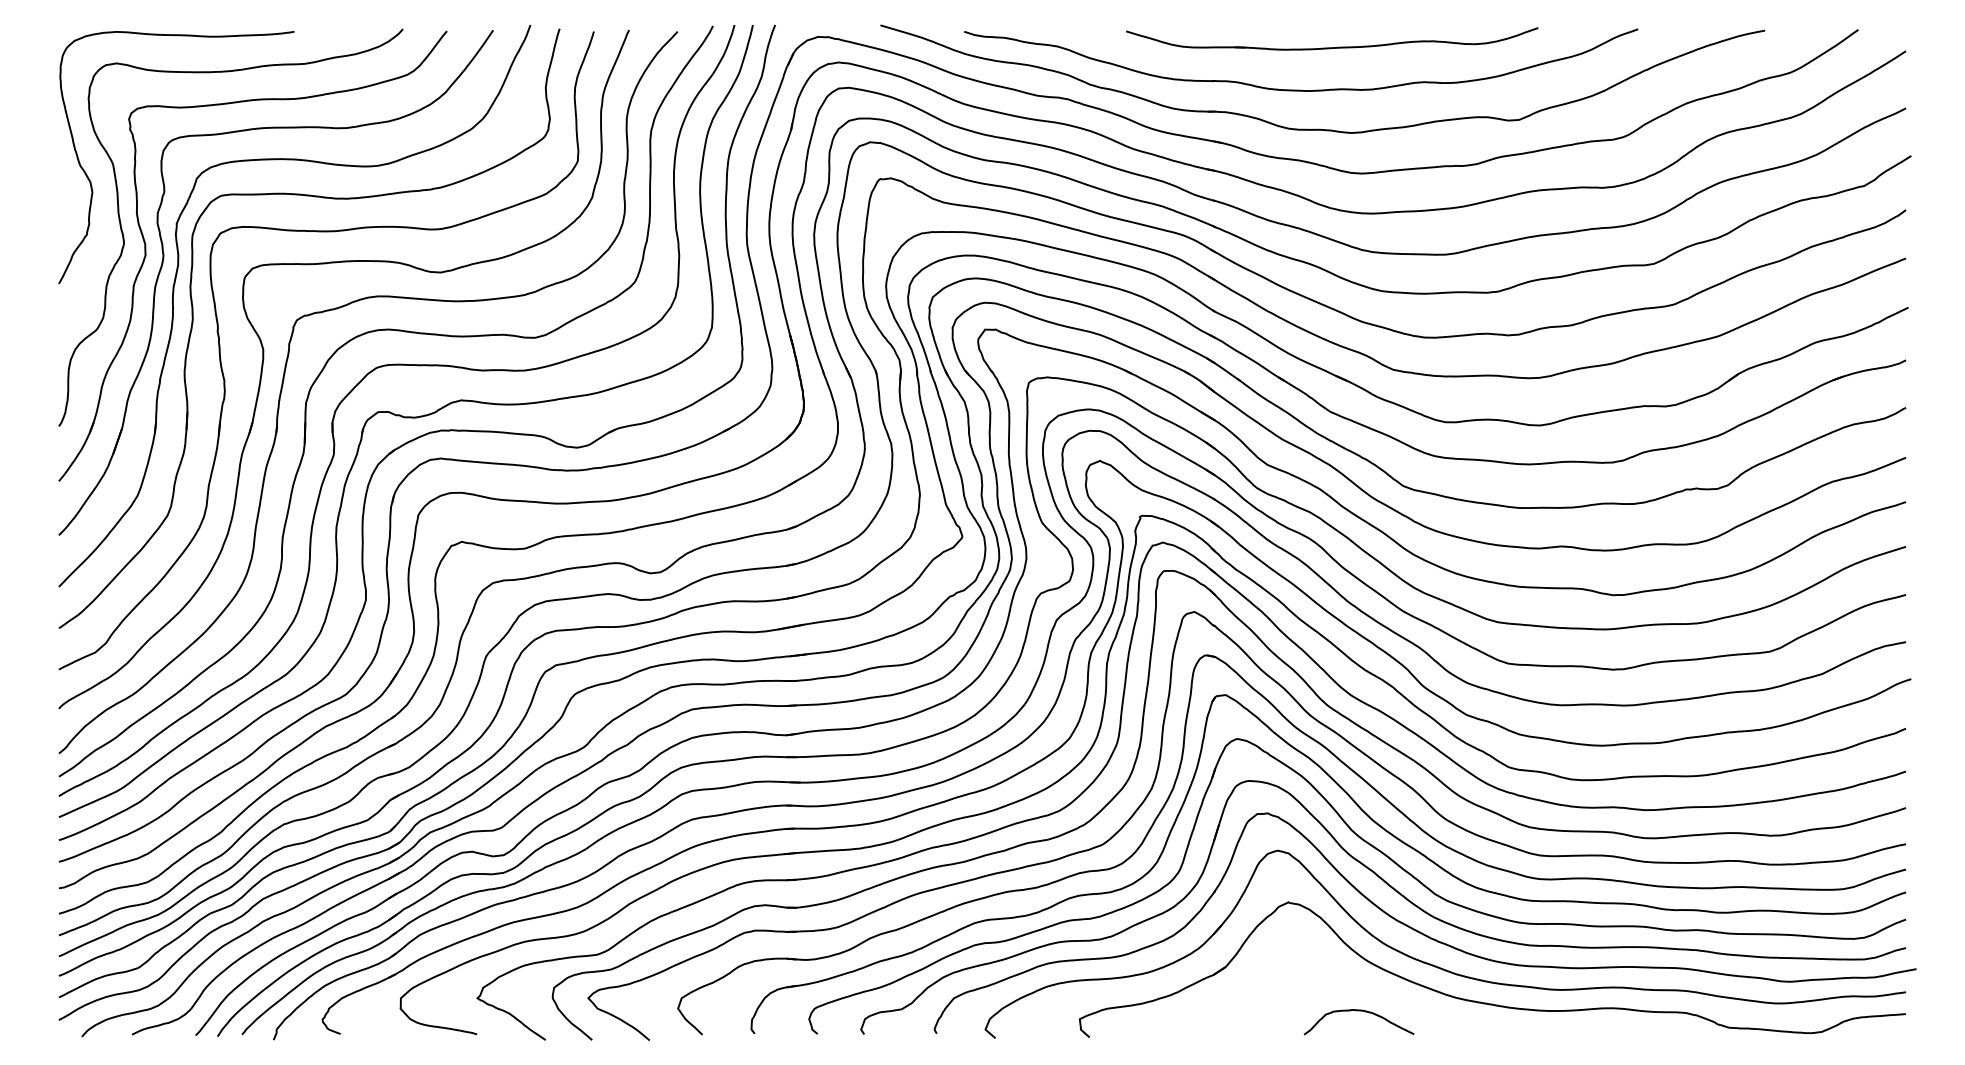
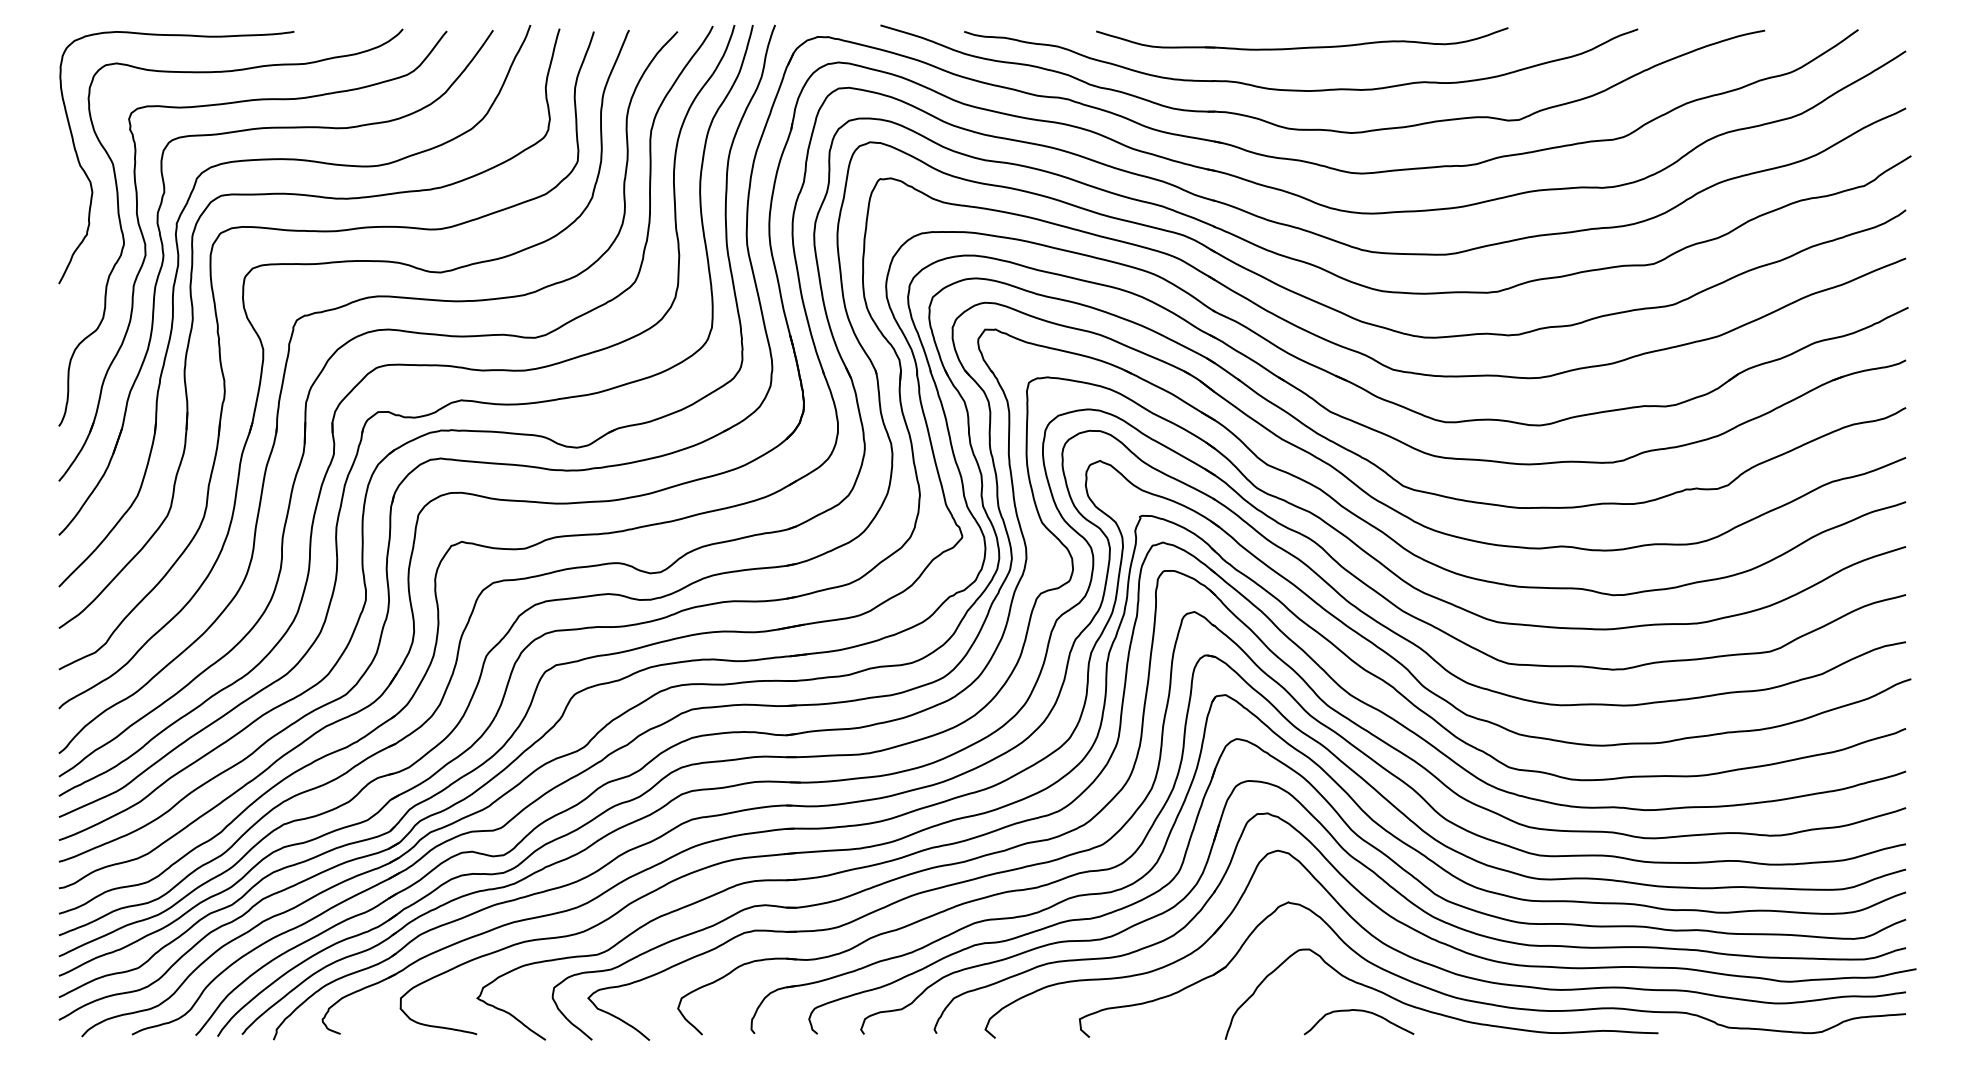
part at (1332, 47) position: (1332, 47) -> (1302, 47)
curve at (1437, 1012): none -> present
